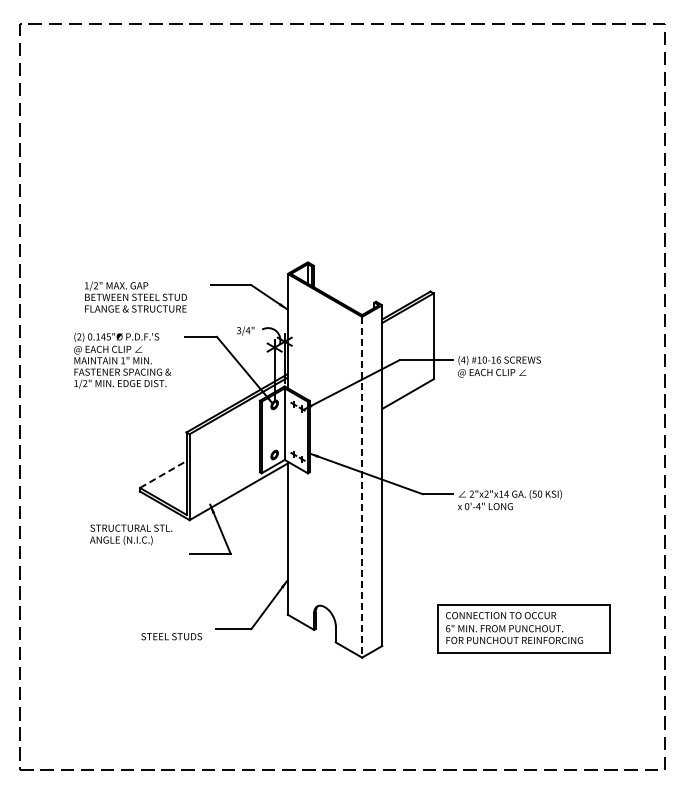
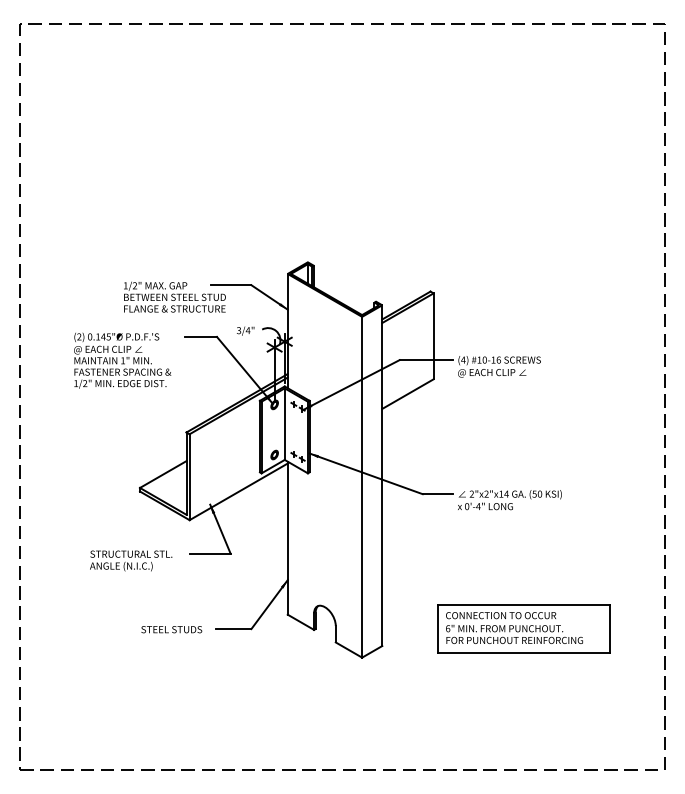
text at (135, 296) position: (135, 296) -> (174, 296)
line at (163, 474): dashed -> solid
line at (362, 487): dashed -> solid
text at (131, 534) position: (131, 534) -> (131, 560)
text at (171, 636) position: (171, 636) -> (171, 629)
